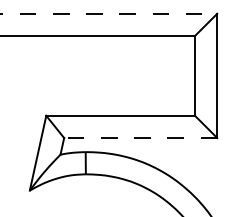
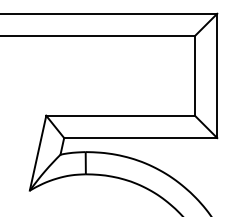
line at (109, 13): dashed -> solid
line at (140, 138): dashed -> solid
